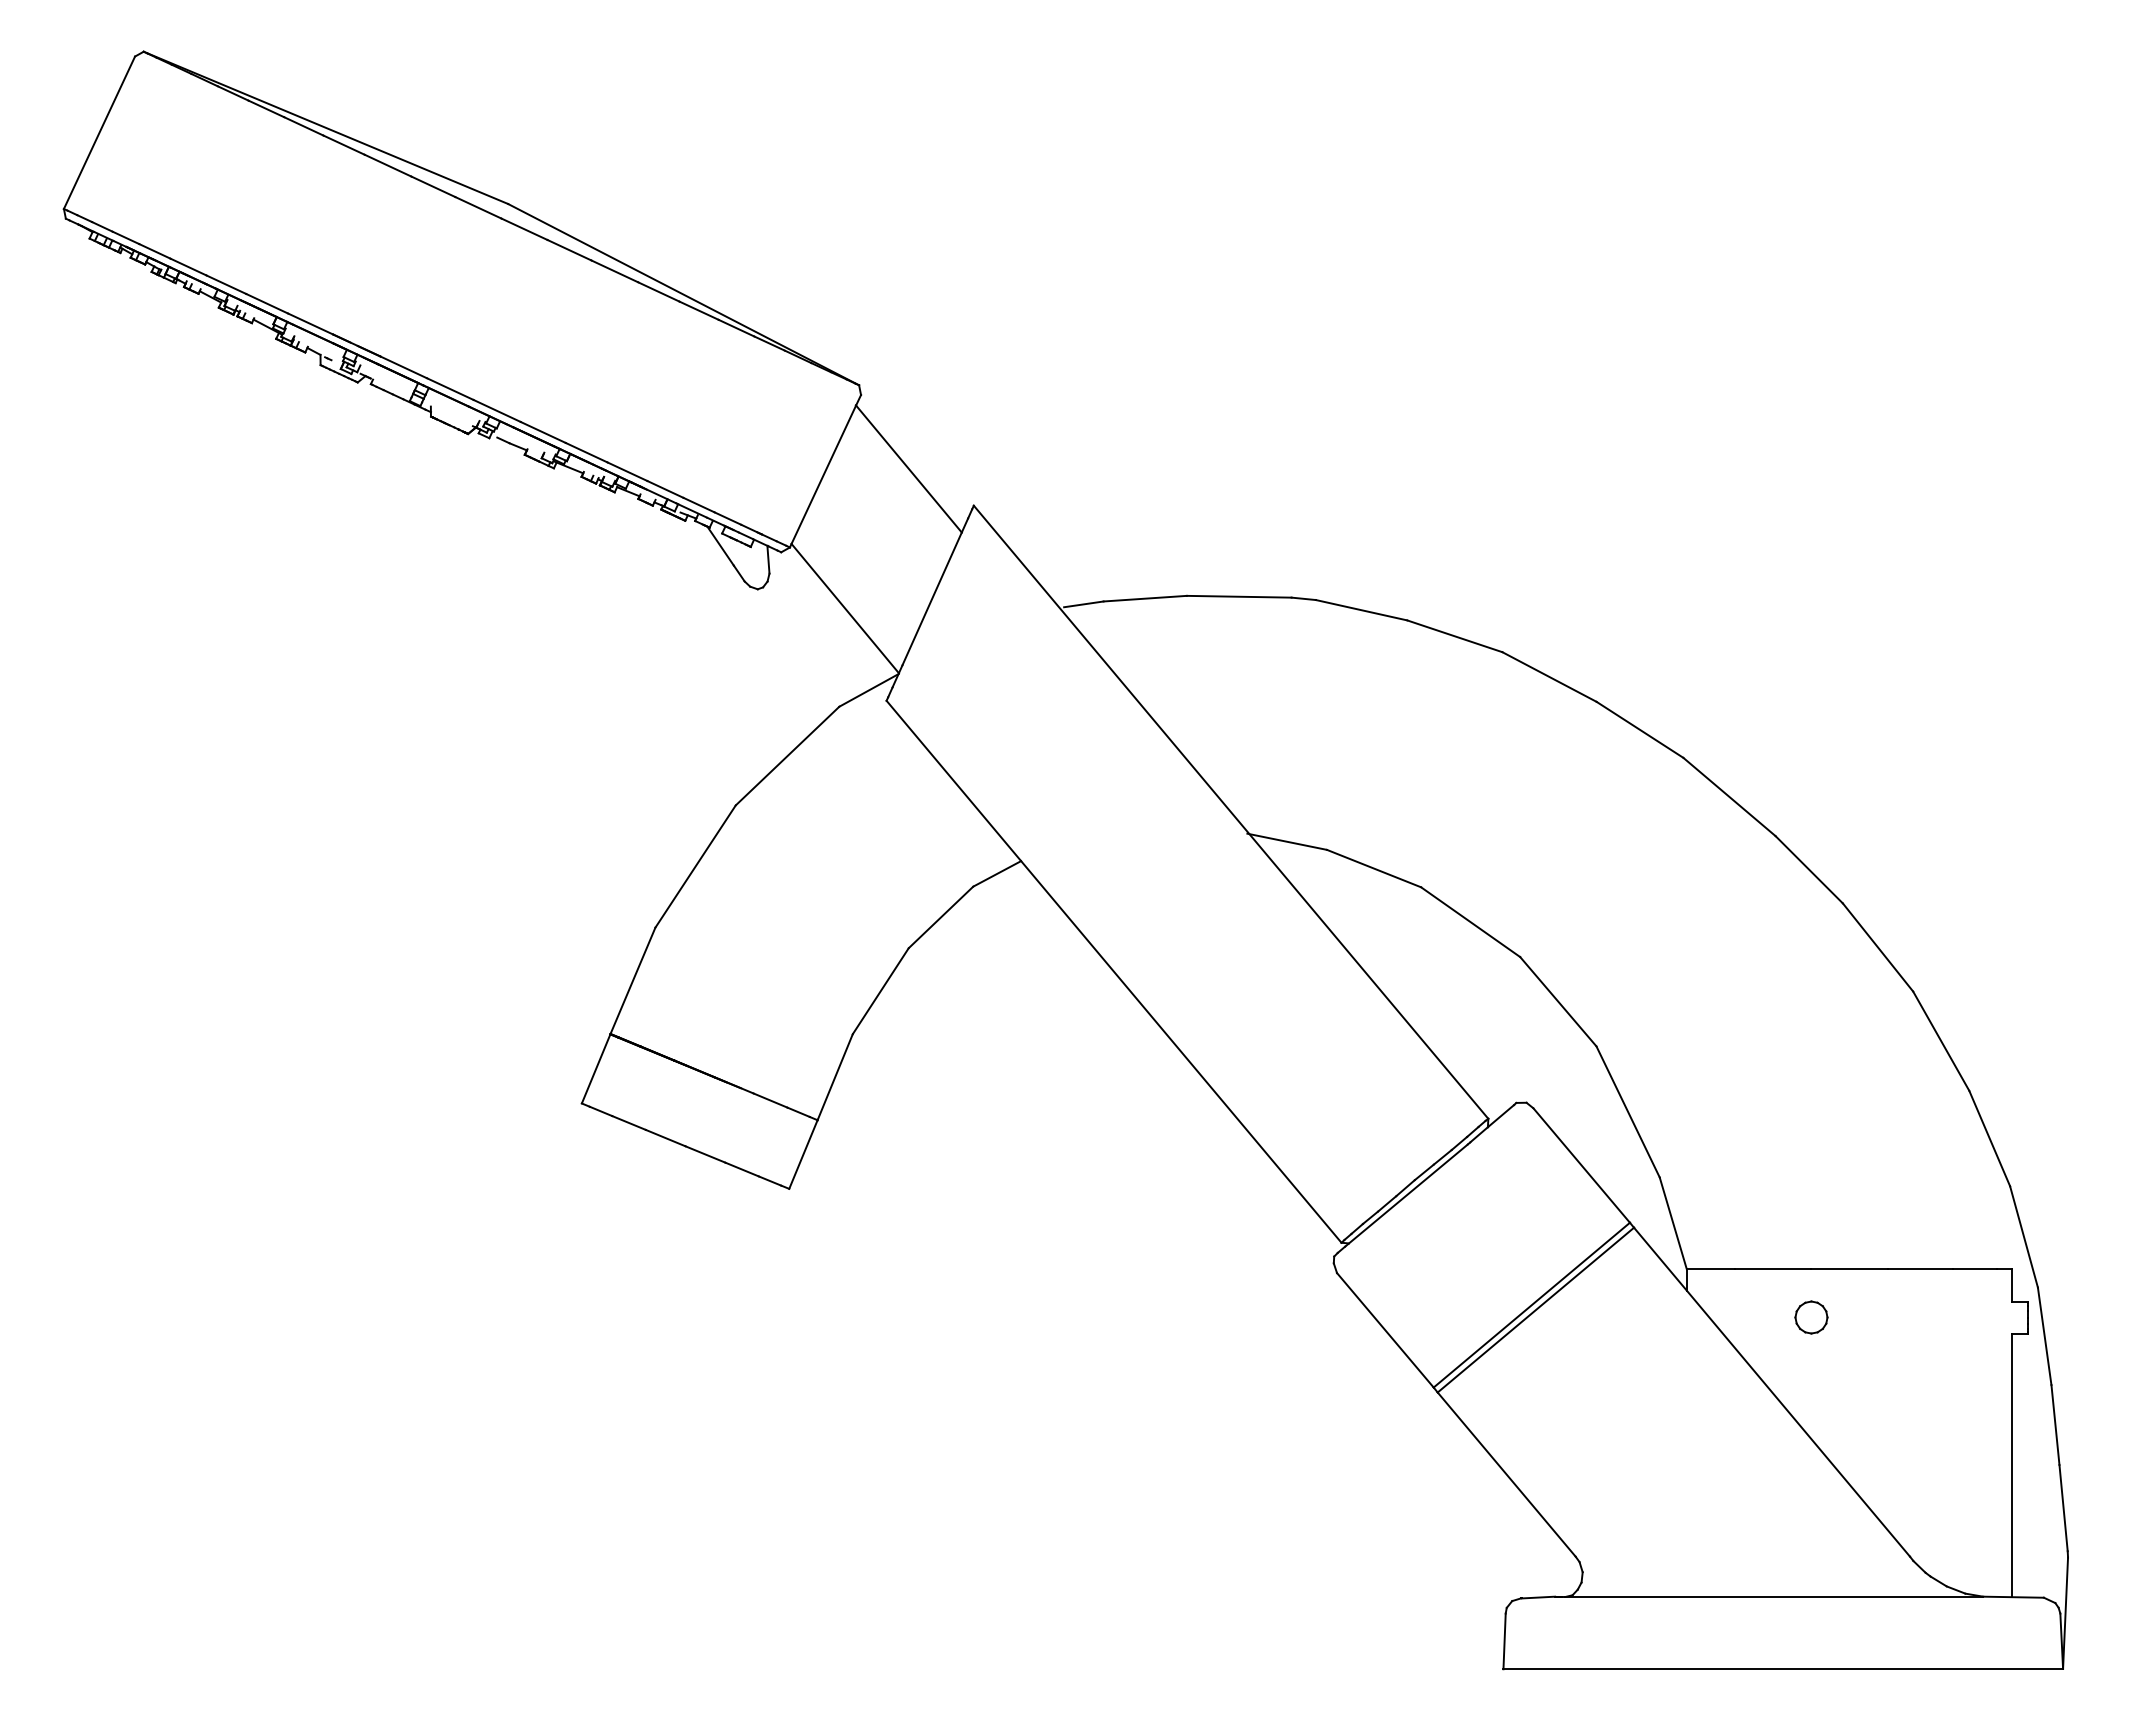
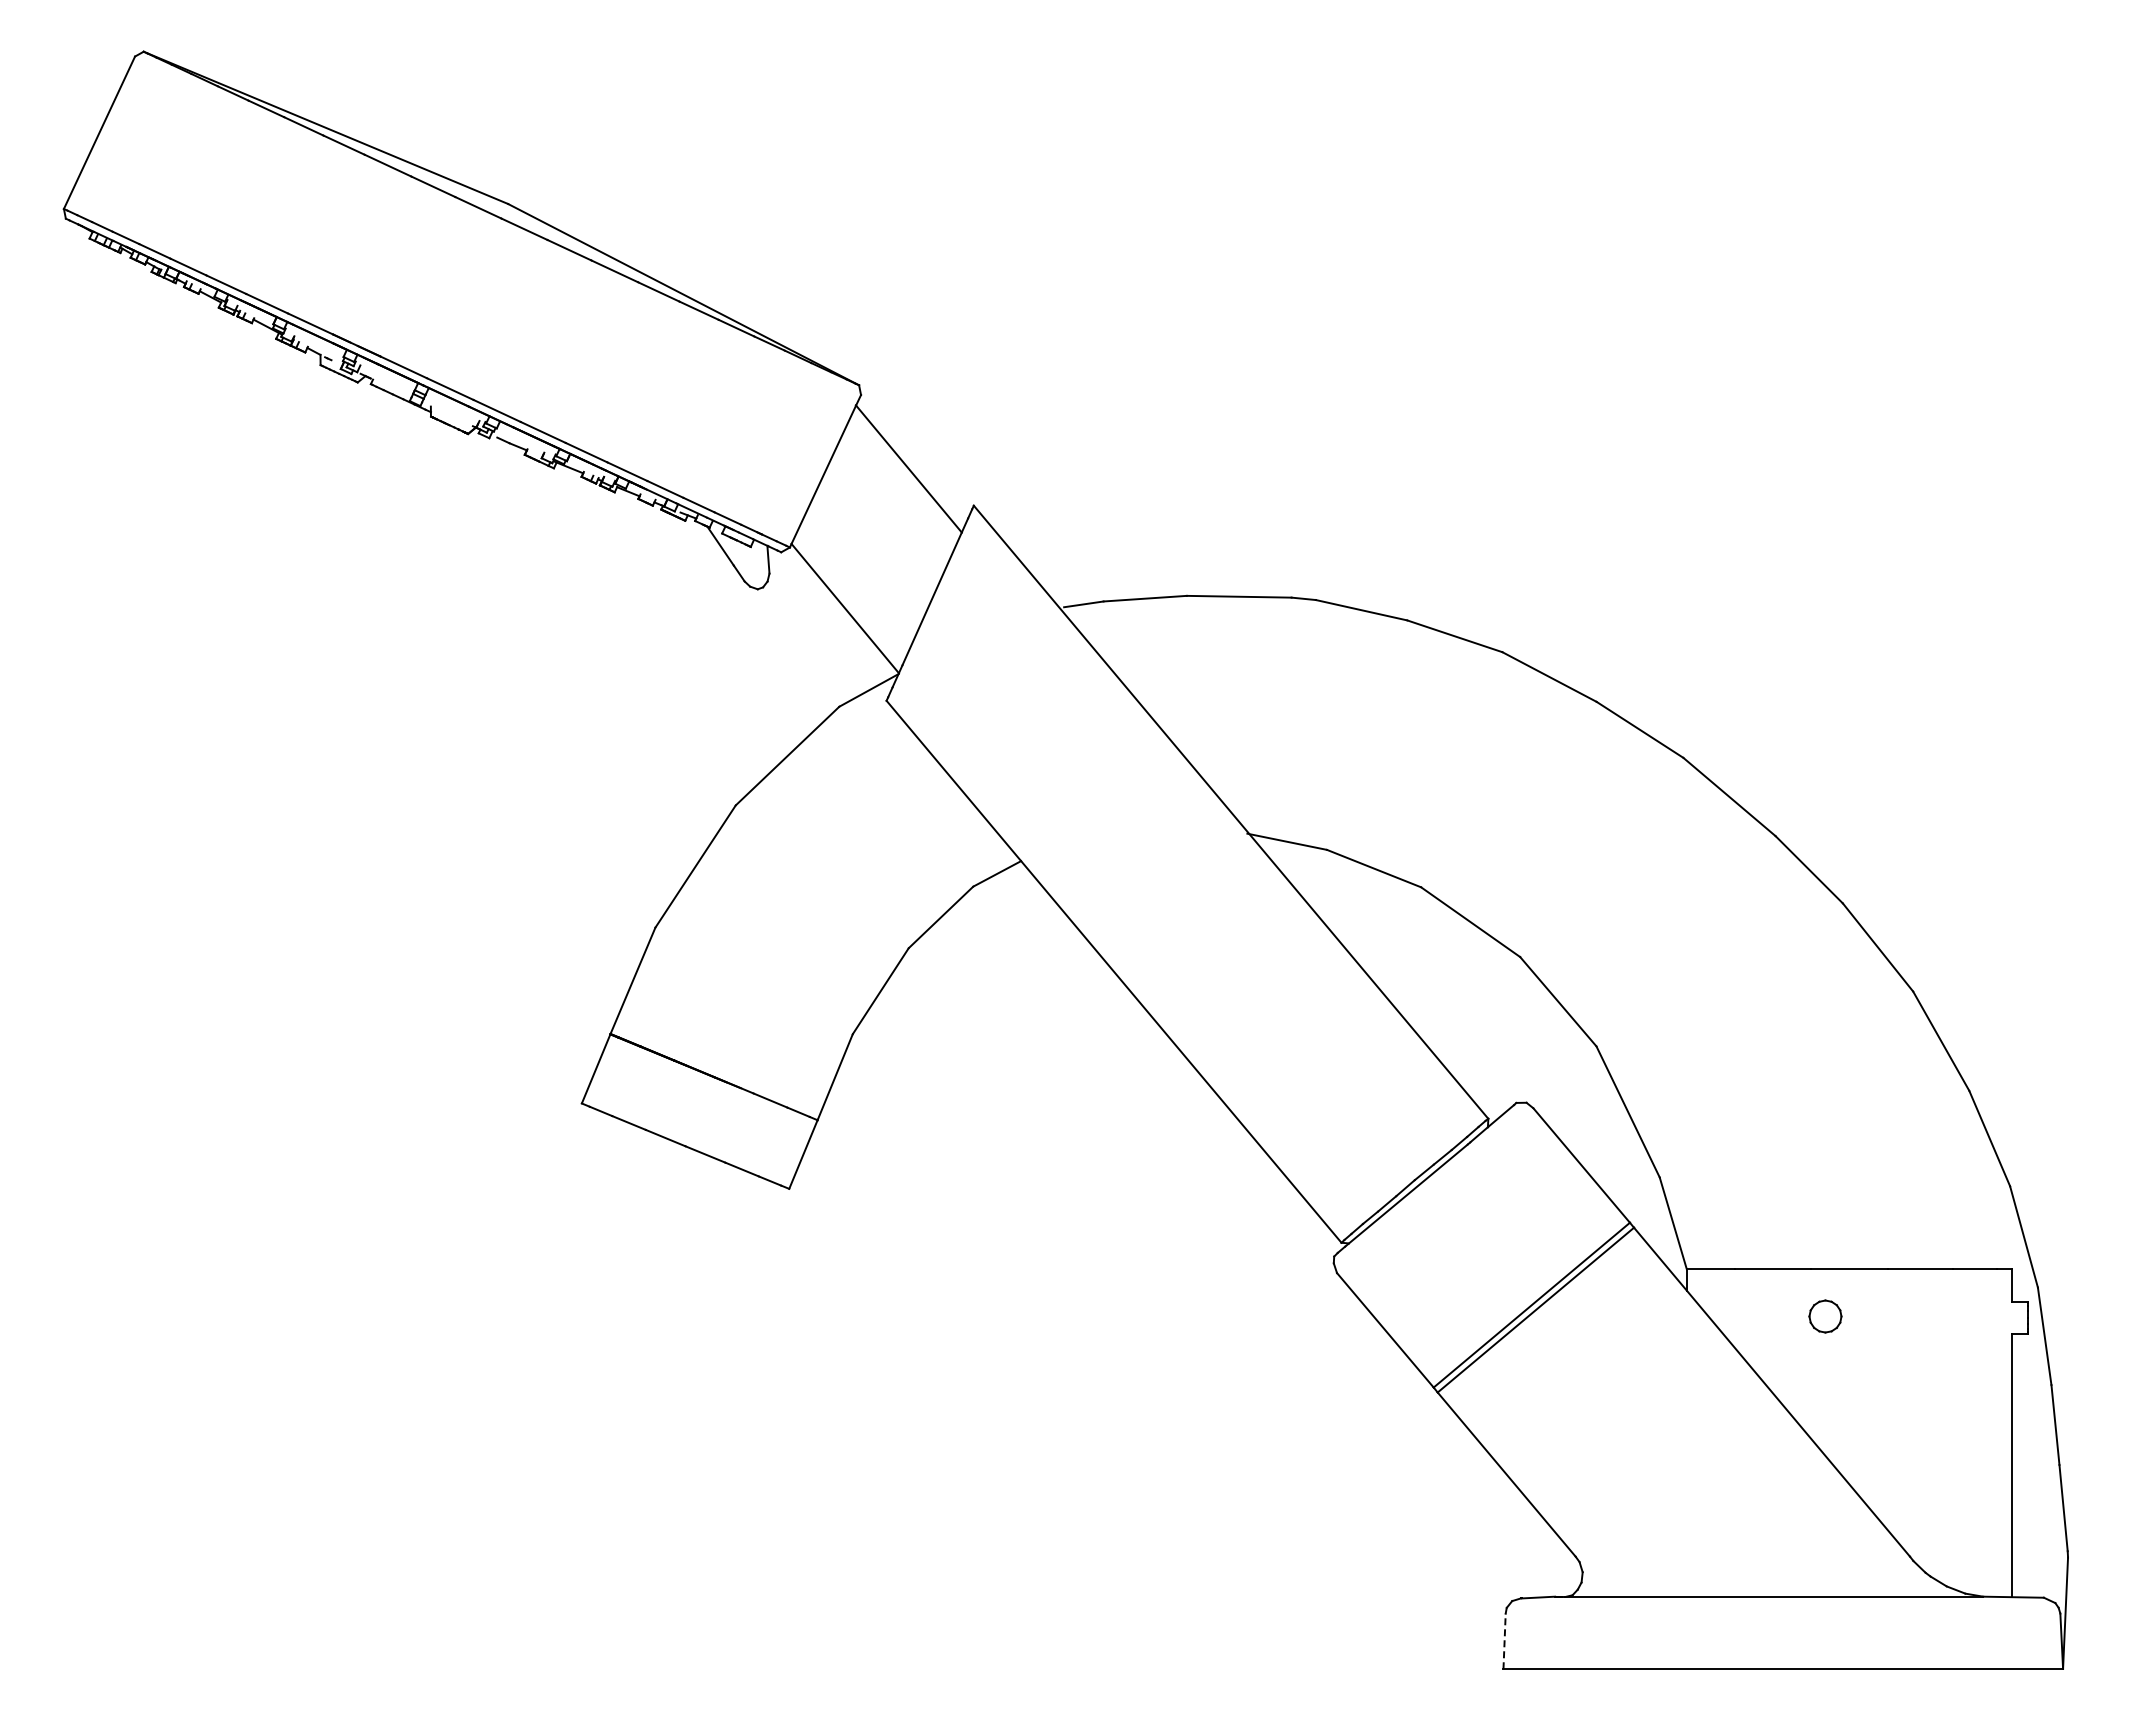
part at (1811, 1317) position: (1811, 1317) -> (1825, 1316)
line at (1504, 1641): solid -> dashed
